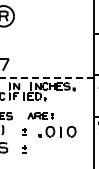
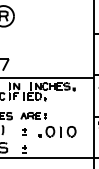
line at (46, 77): dashed -> solid
part at (40, 115) position: (40, 115) -> (33, 115)
line at (48, 158): none -> present
